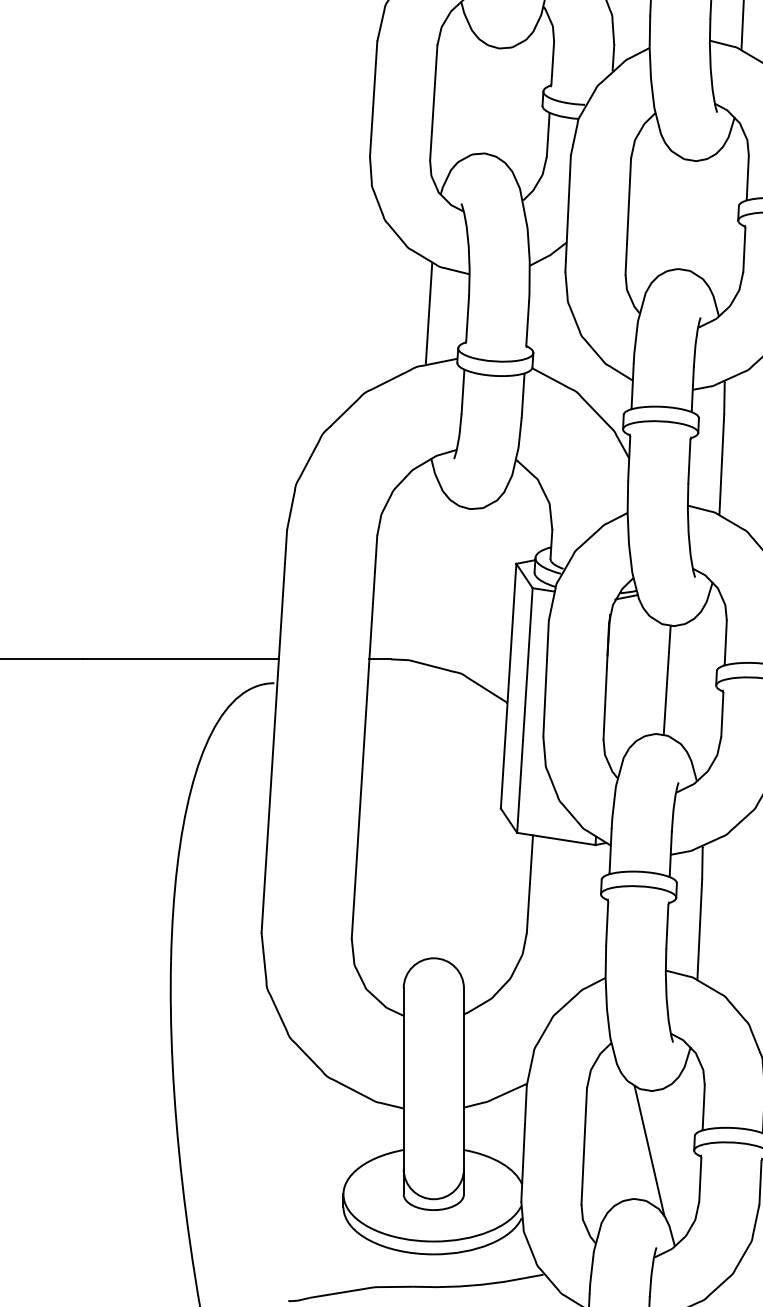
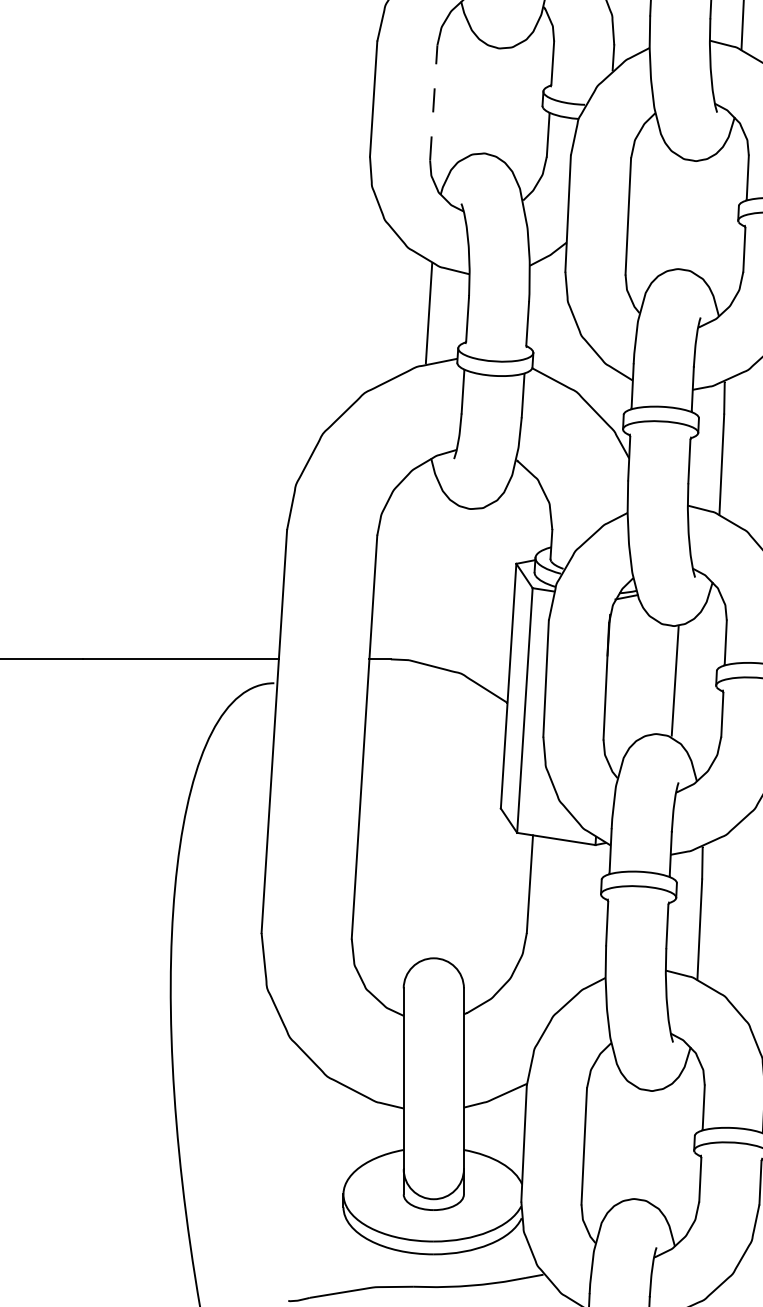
line at (433, 102): solid -> dashed
line at (666, 680) position: (666, 680) -> (674, 681)
line at (649, 1151): present -> none
